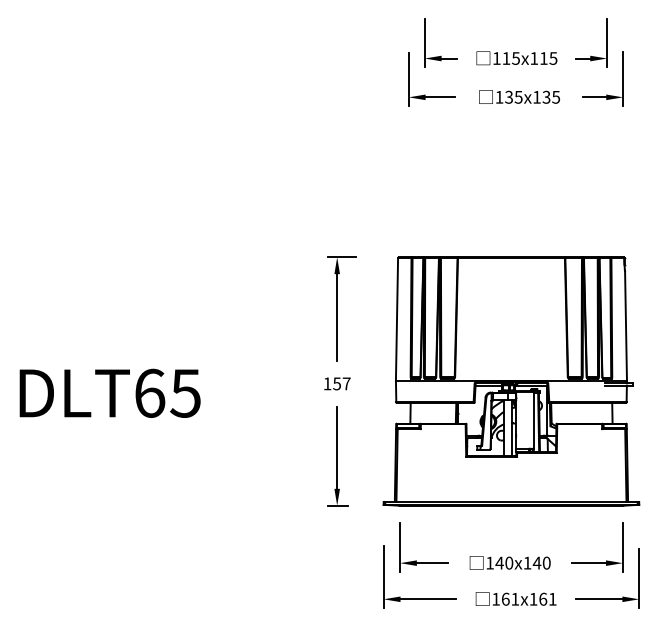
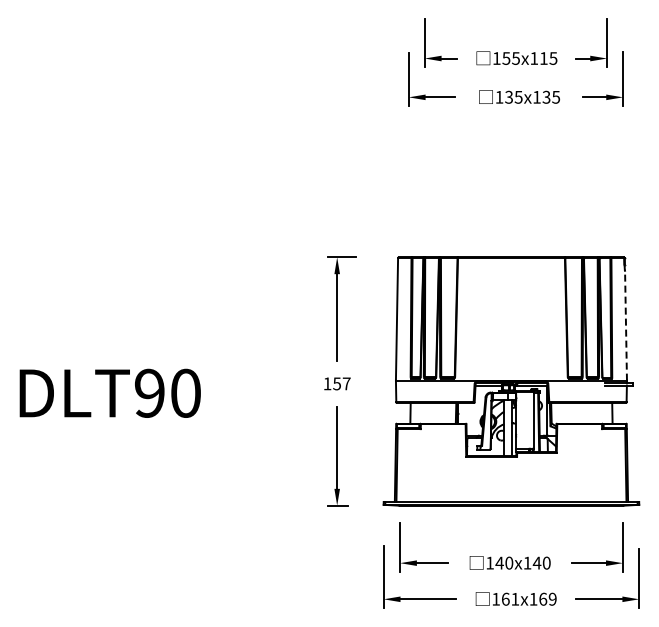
text at (506, 58): 115x115 -> 155x115
line at (626, 325): solid -> dashed
text at (167, 392): DLT65 -> DLT90
text at (552, 598): 161x161 -> 161x169
